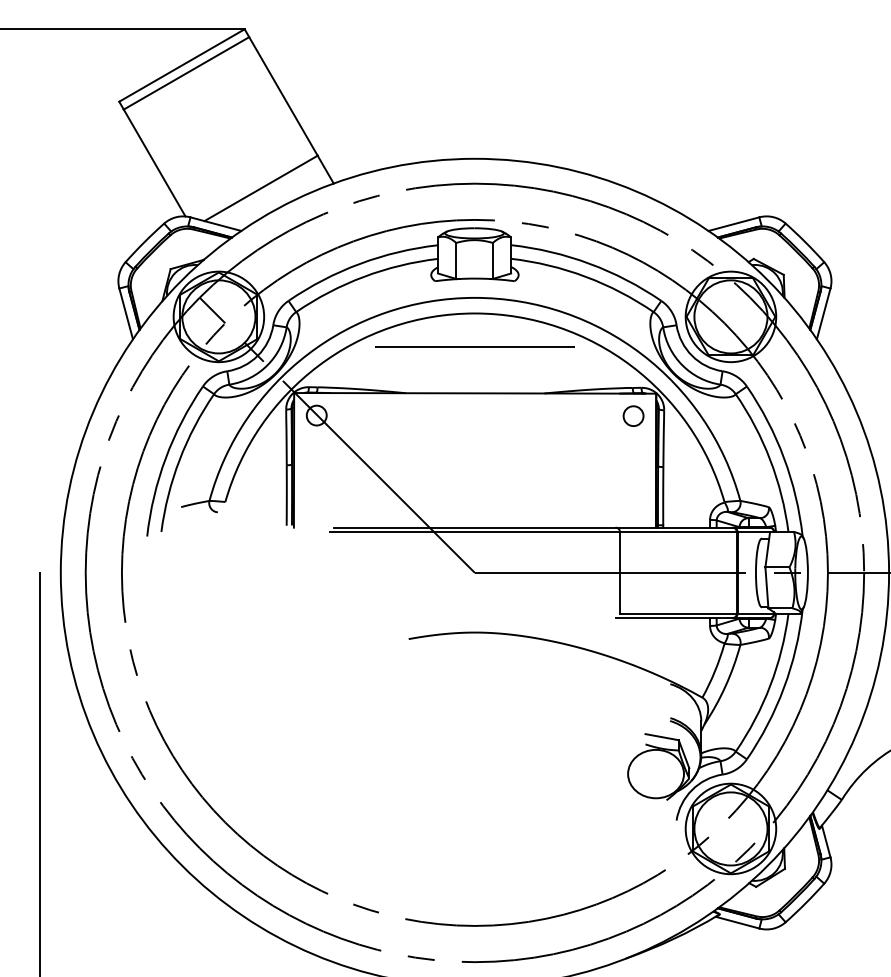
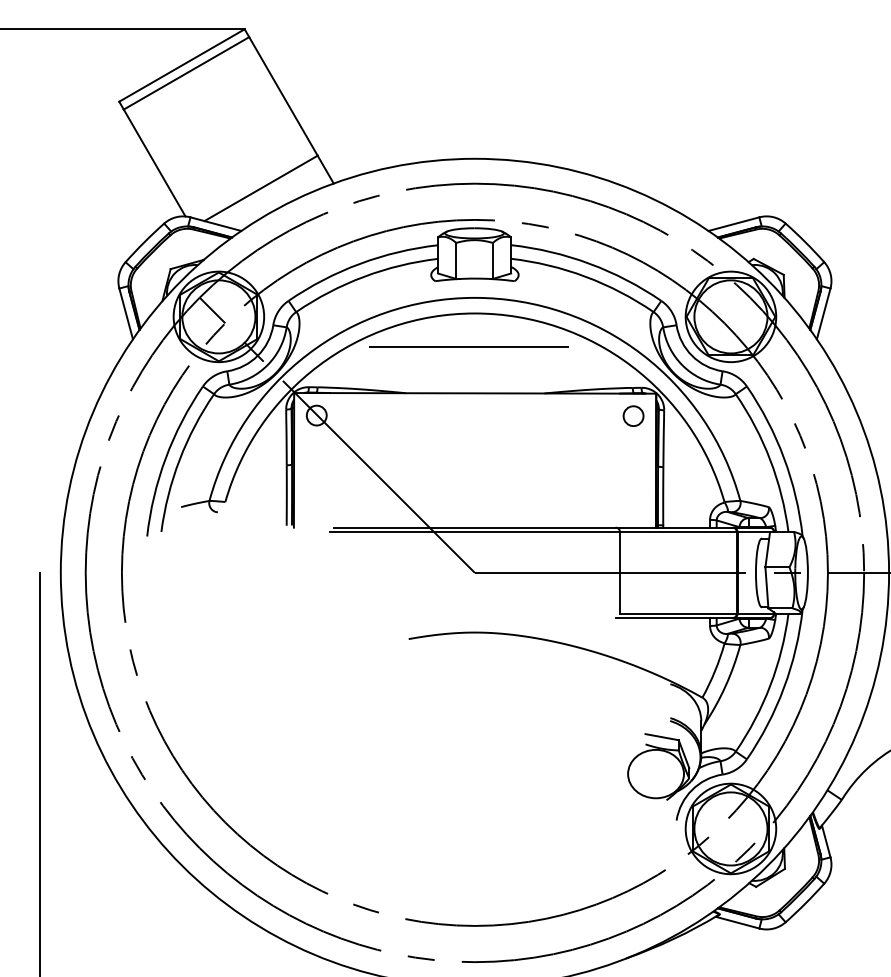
line at (474, 346) position: (474, 346) -> (468, 346)
